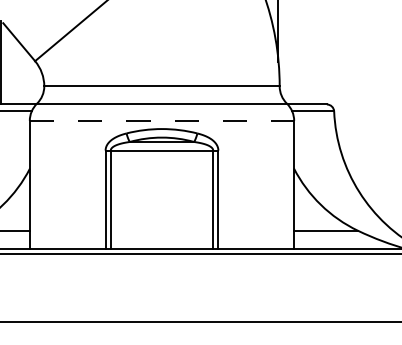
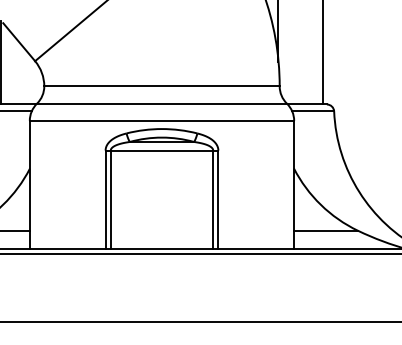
line at (322, 53): none -> present
line at (162, 120): dashed -> solid
